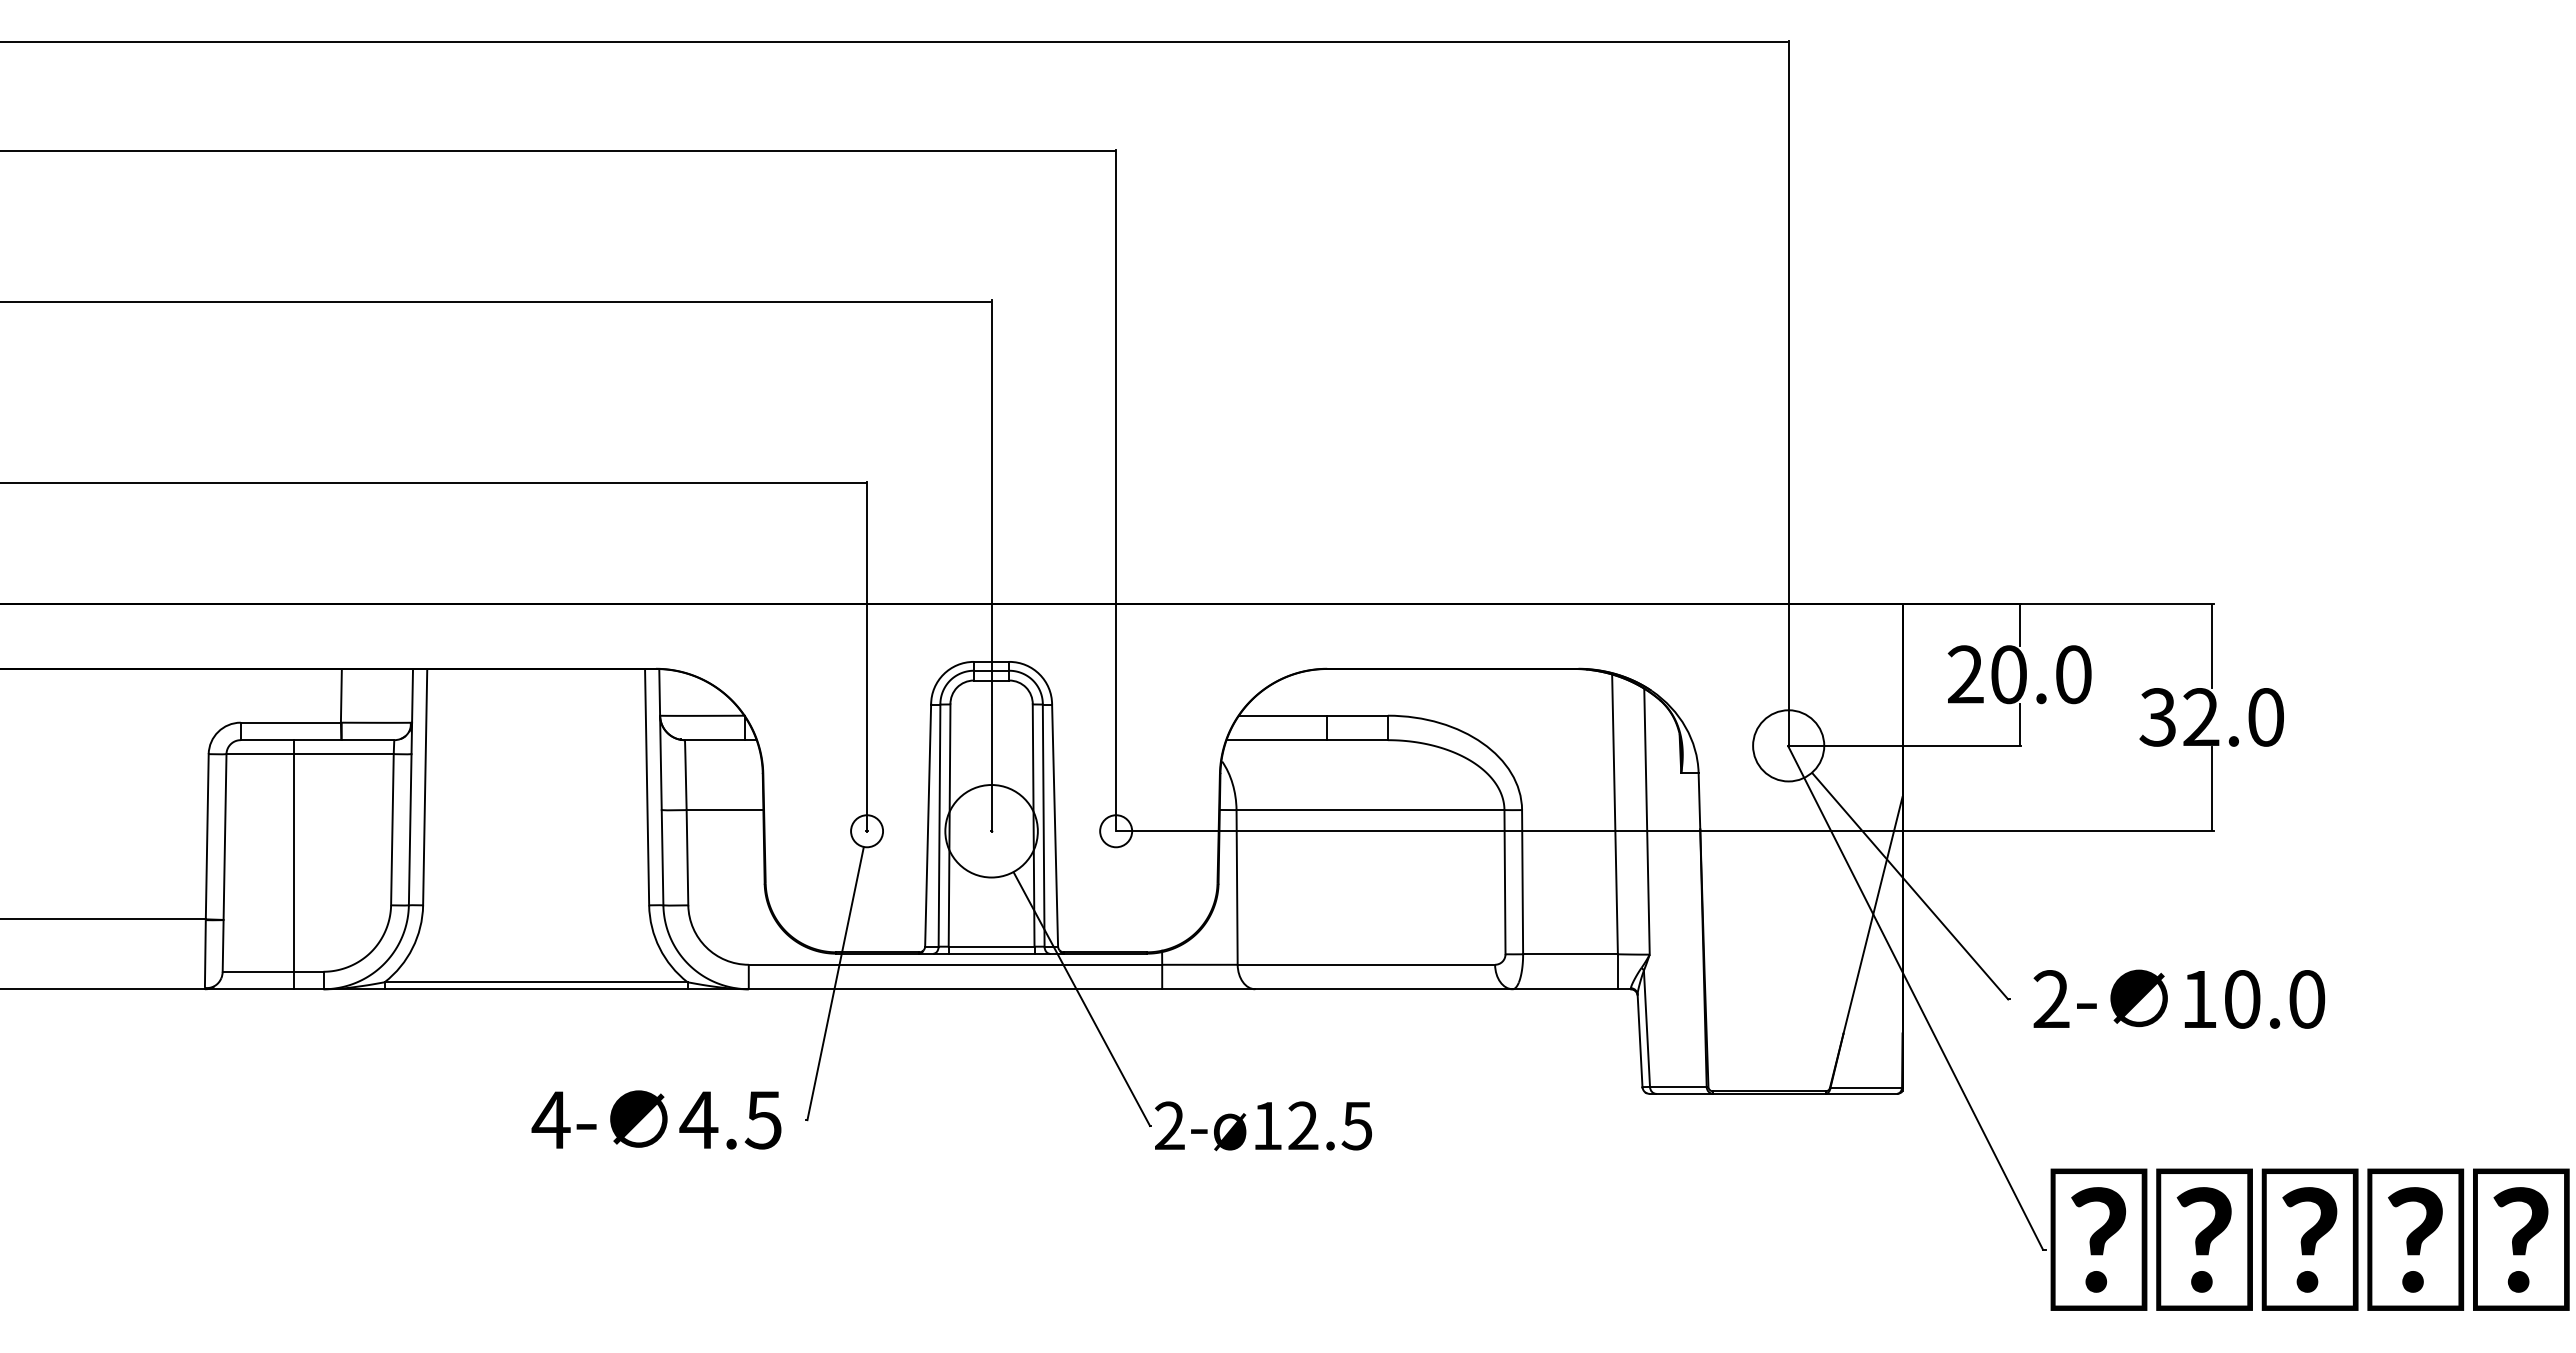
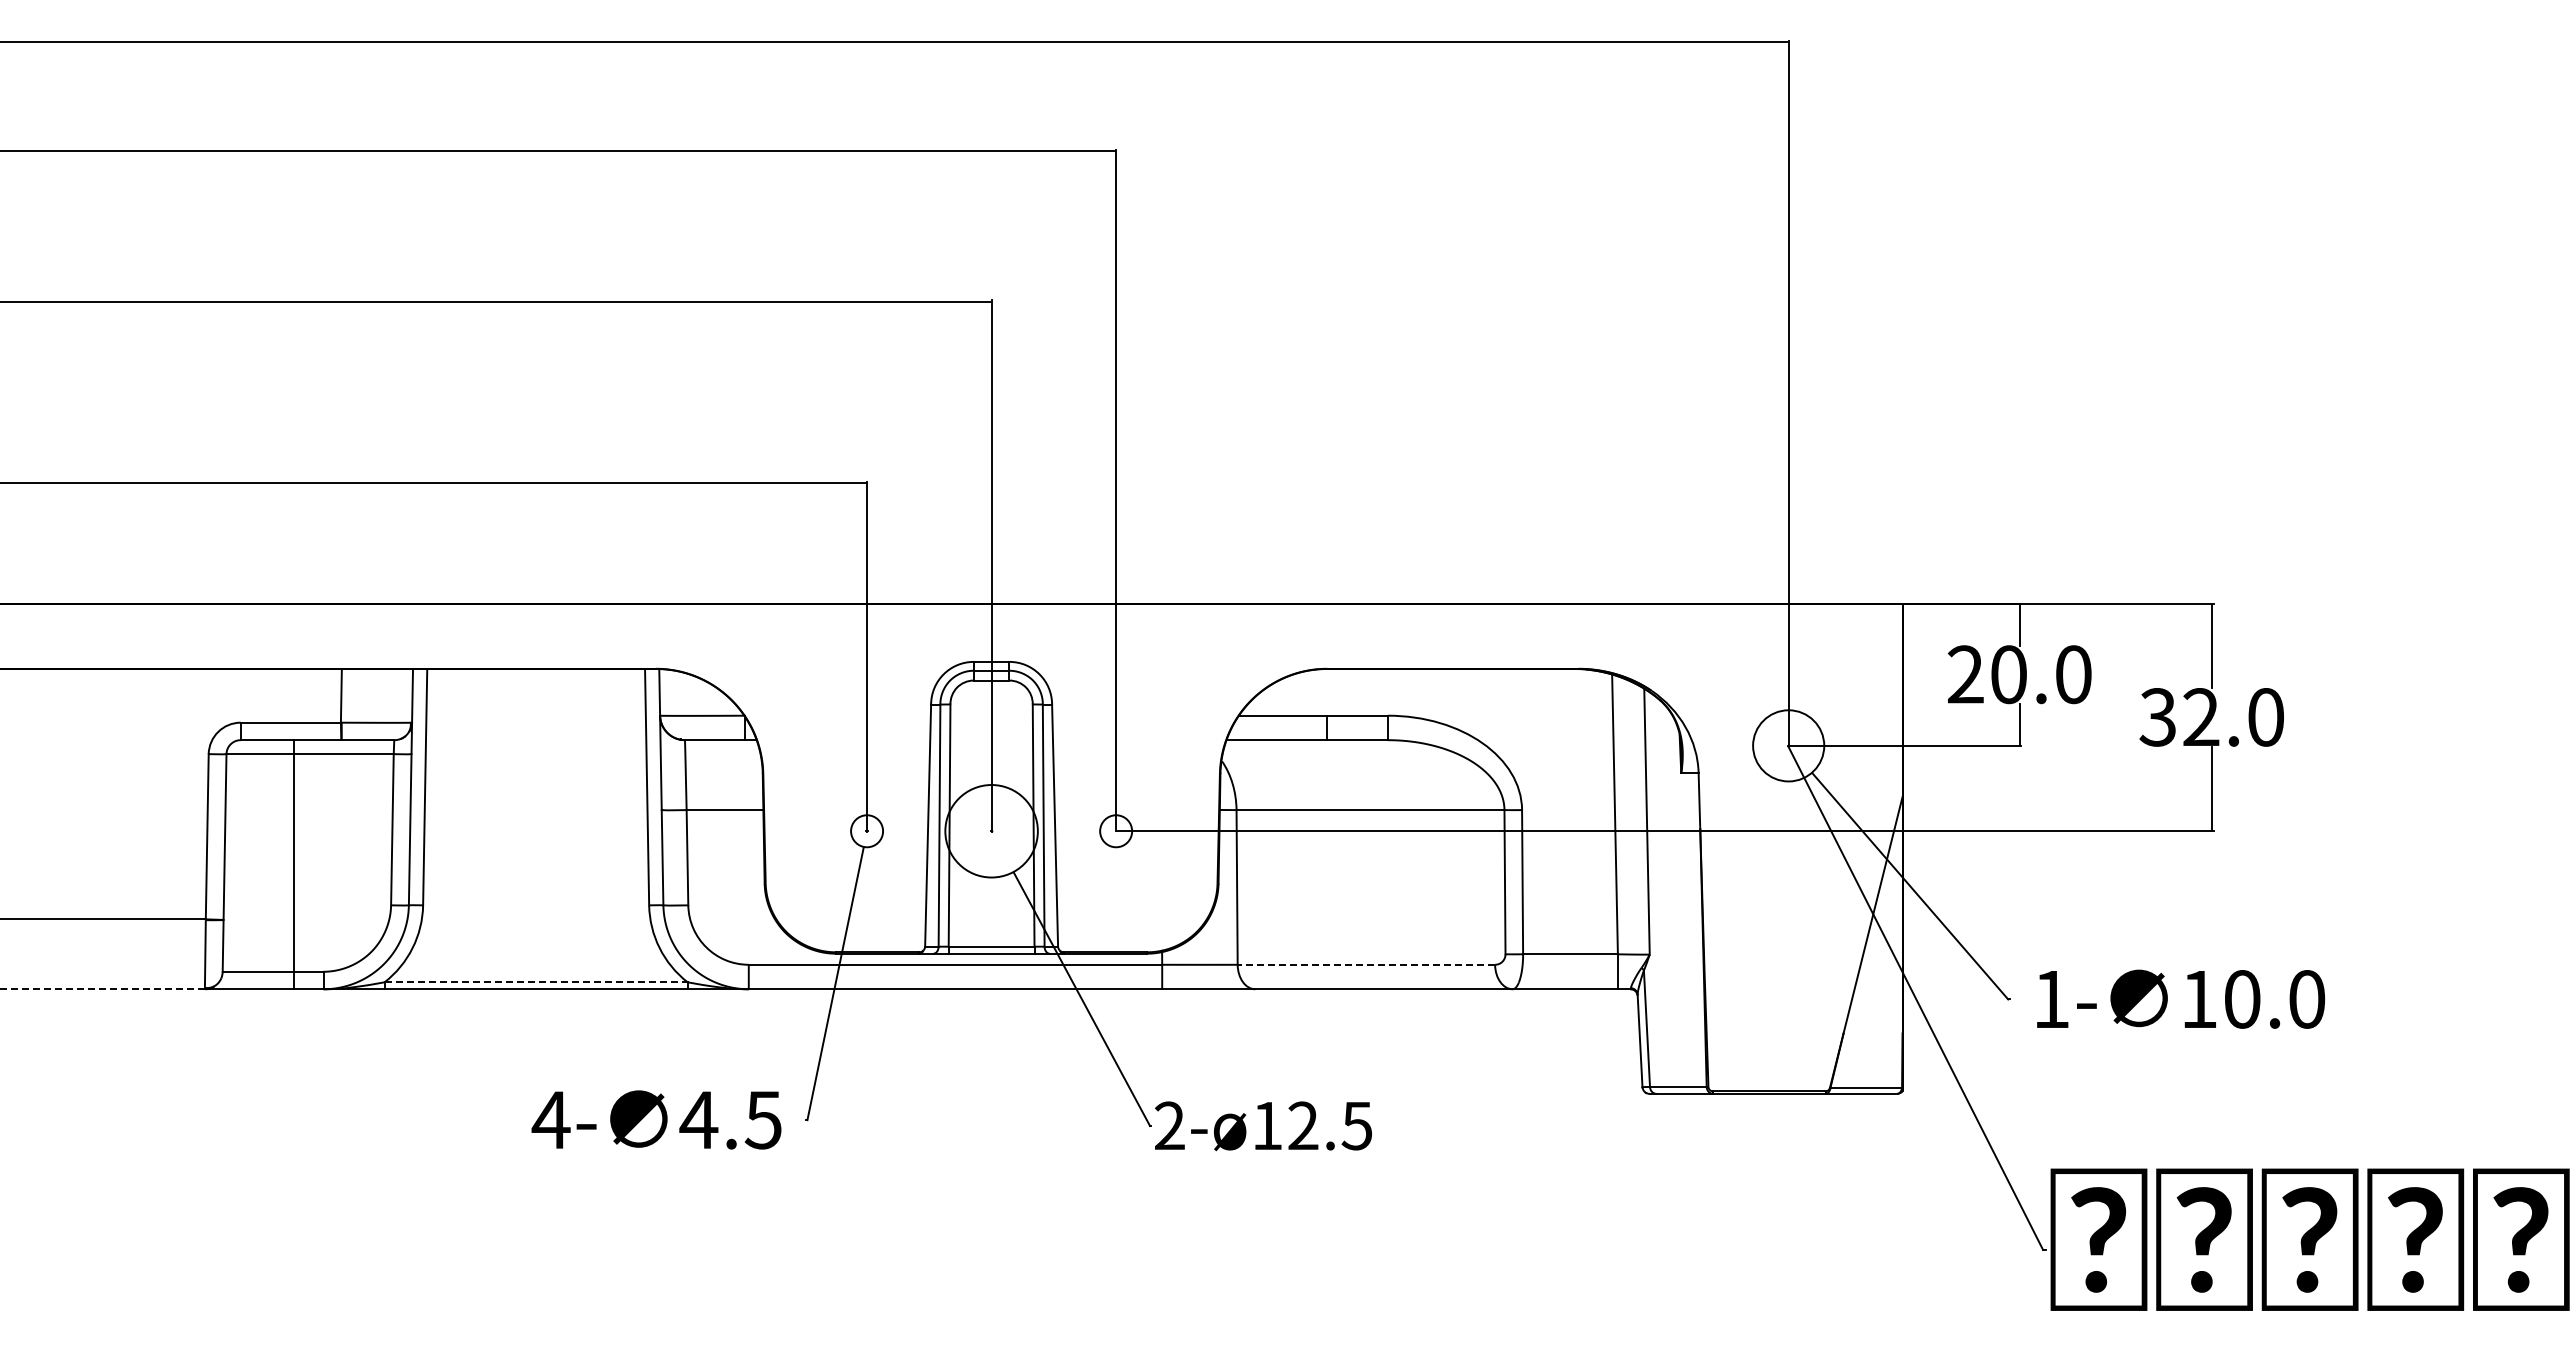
line at (1366, 964): solid -> dashed
line at (536, 982): solid -> dashed
line at (102, 989): solid -> dashed
text at (2051, 998): 2- -> 1-
